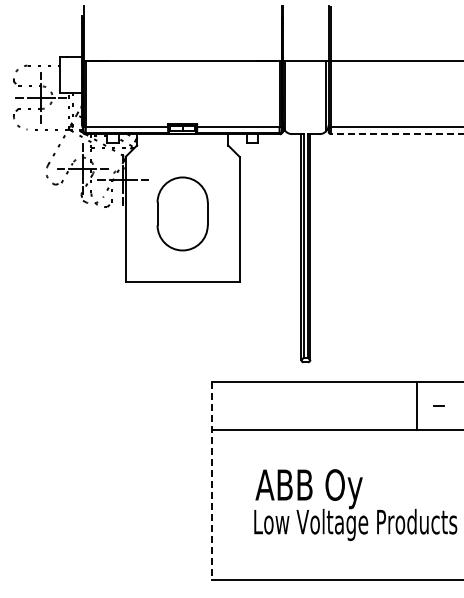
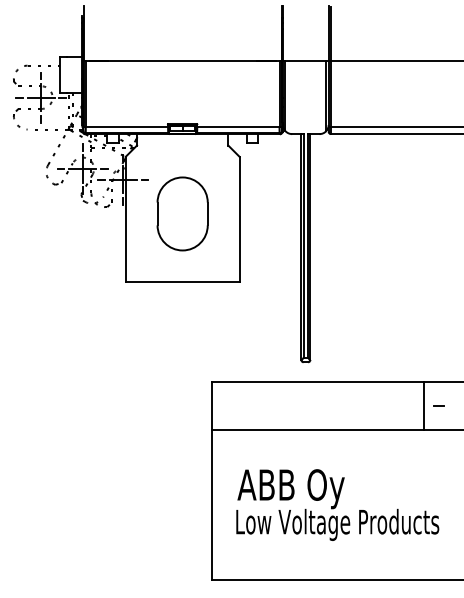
line at (396, 134): dashed -> solid
line at (416, 406) position: (416, 406) -> (423, 406)
line at (211, 481): dashed -> solid
text at (355, 504) position: (355, 504) -> (337, 504)
